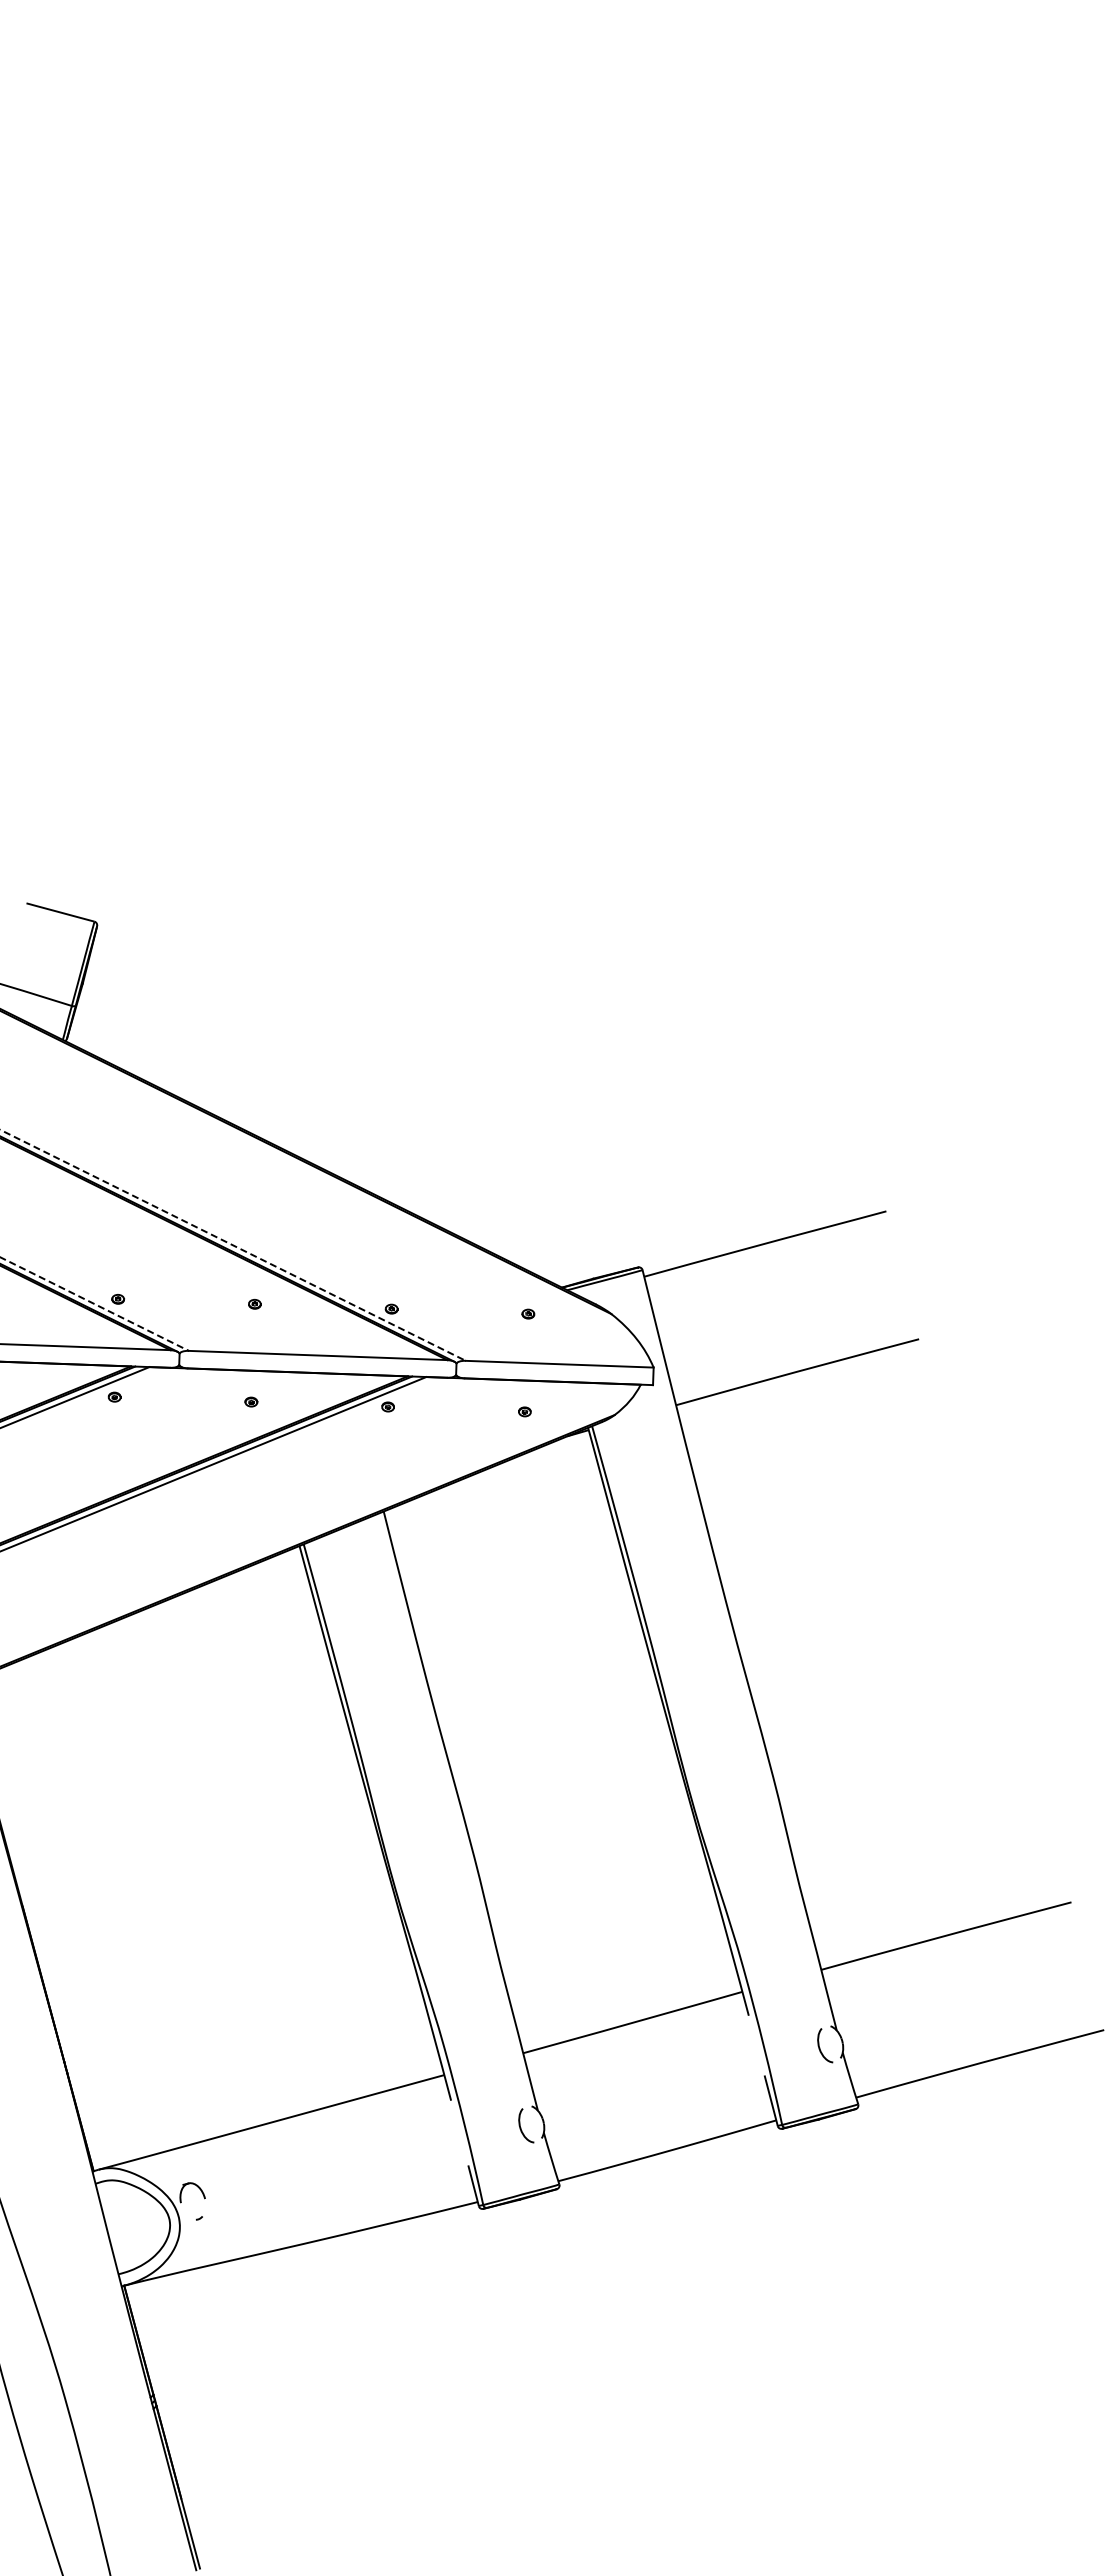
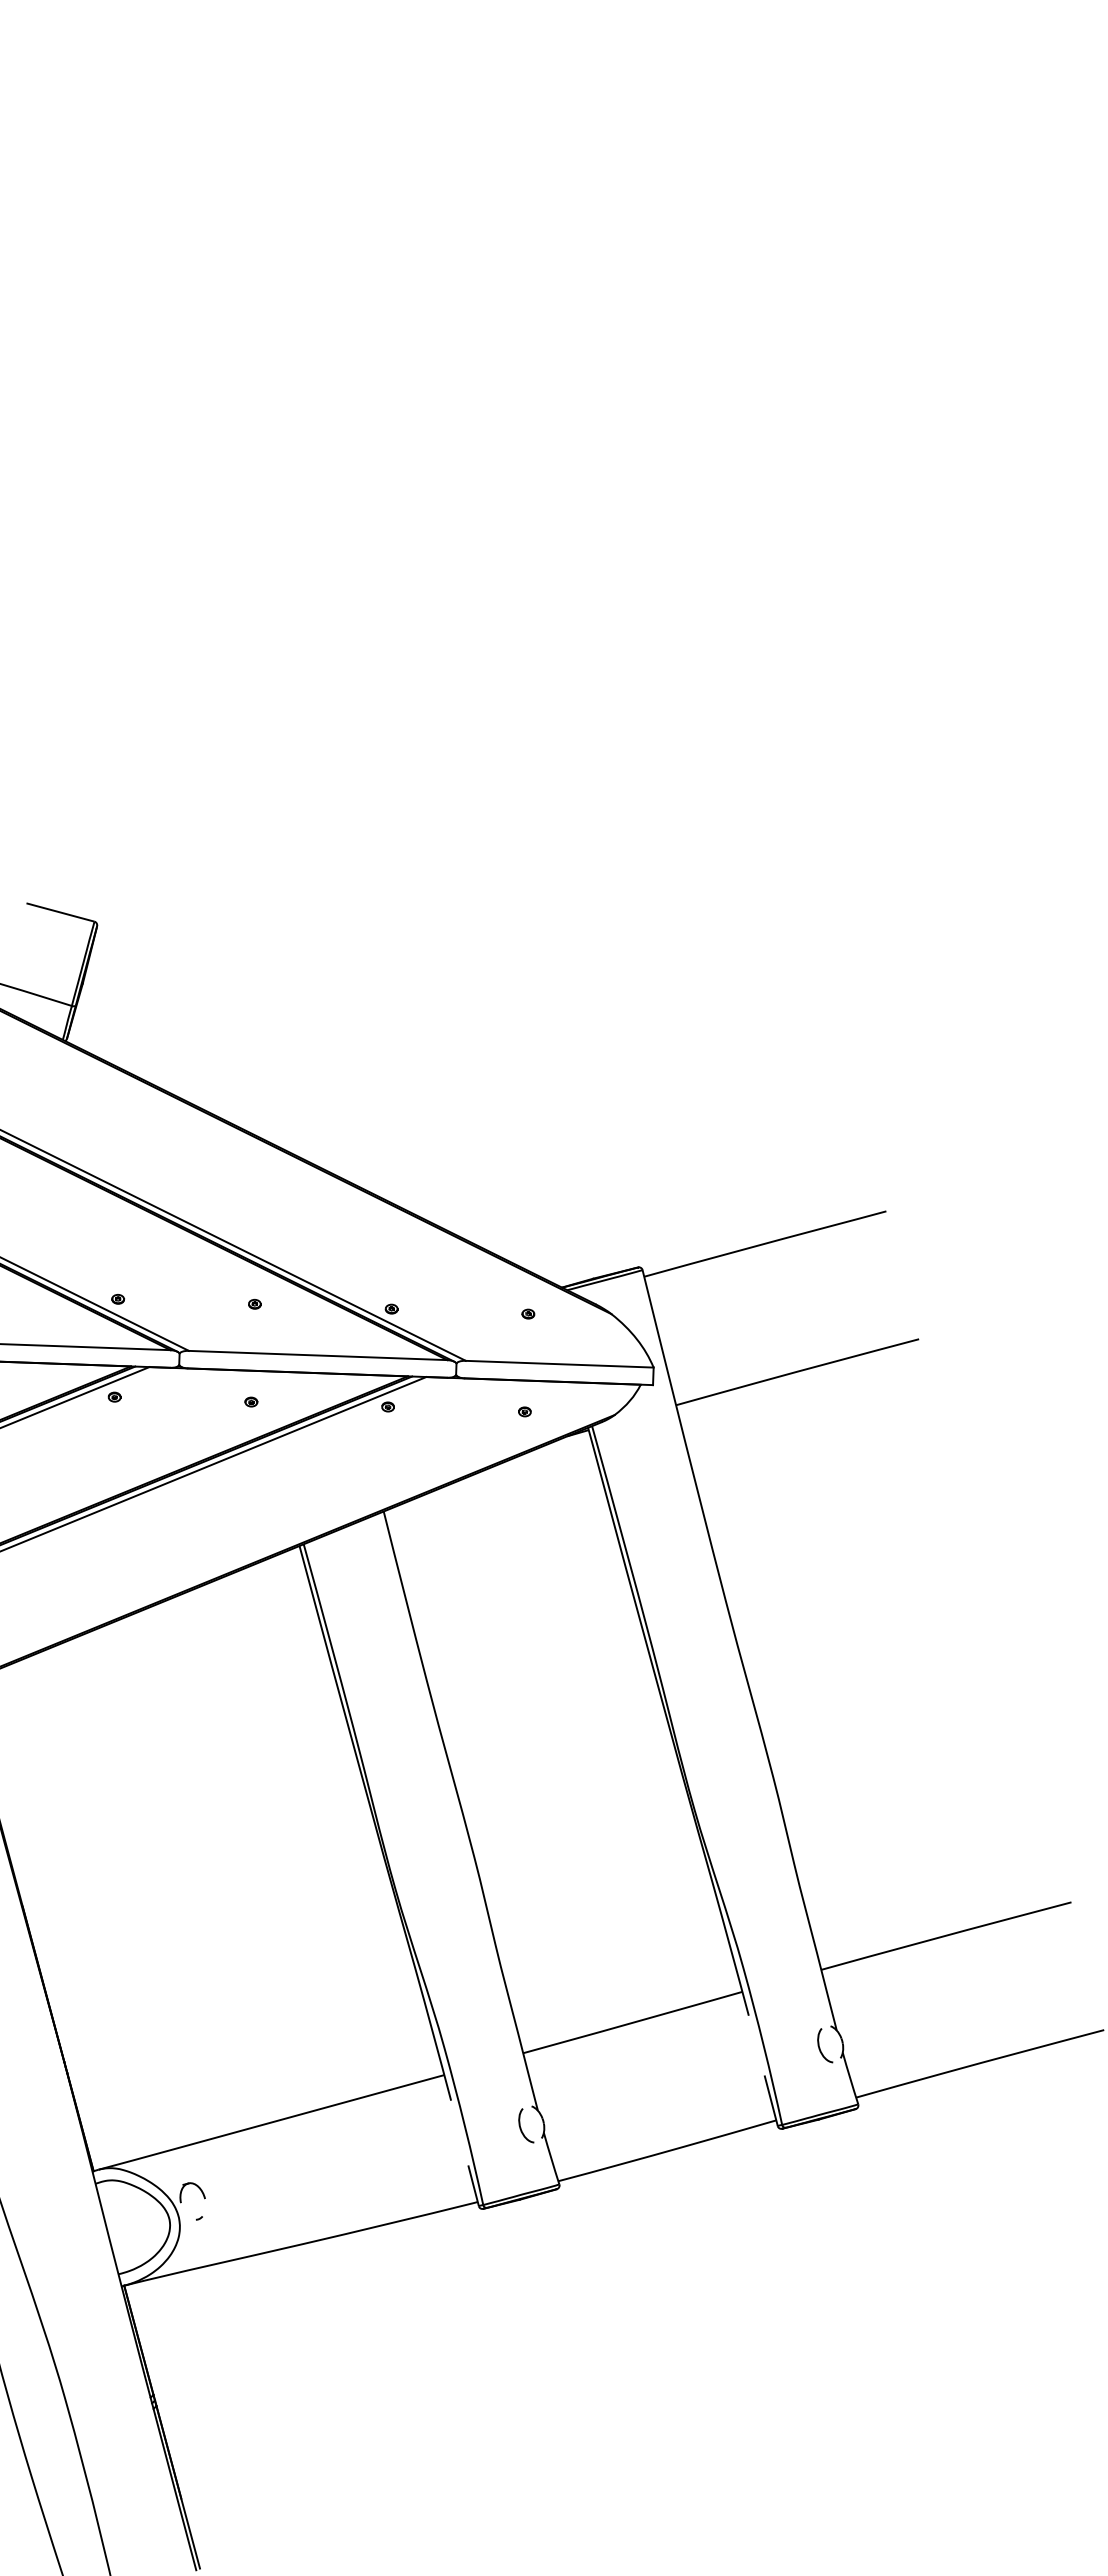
line at (232, 1245): dashed -> solid
line at (94, 1304): dashed -> solid
